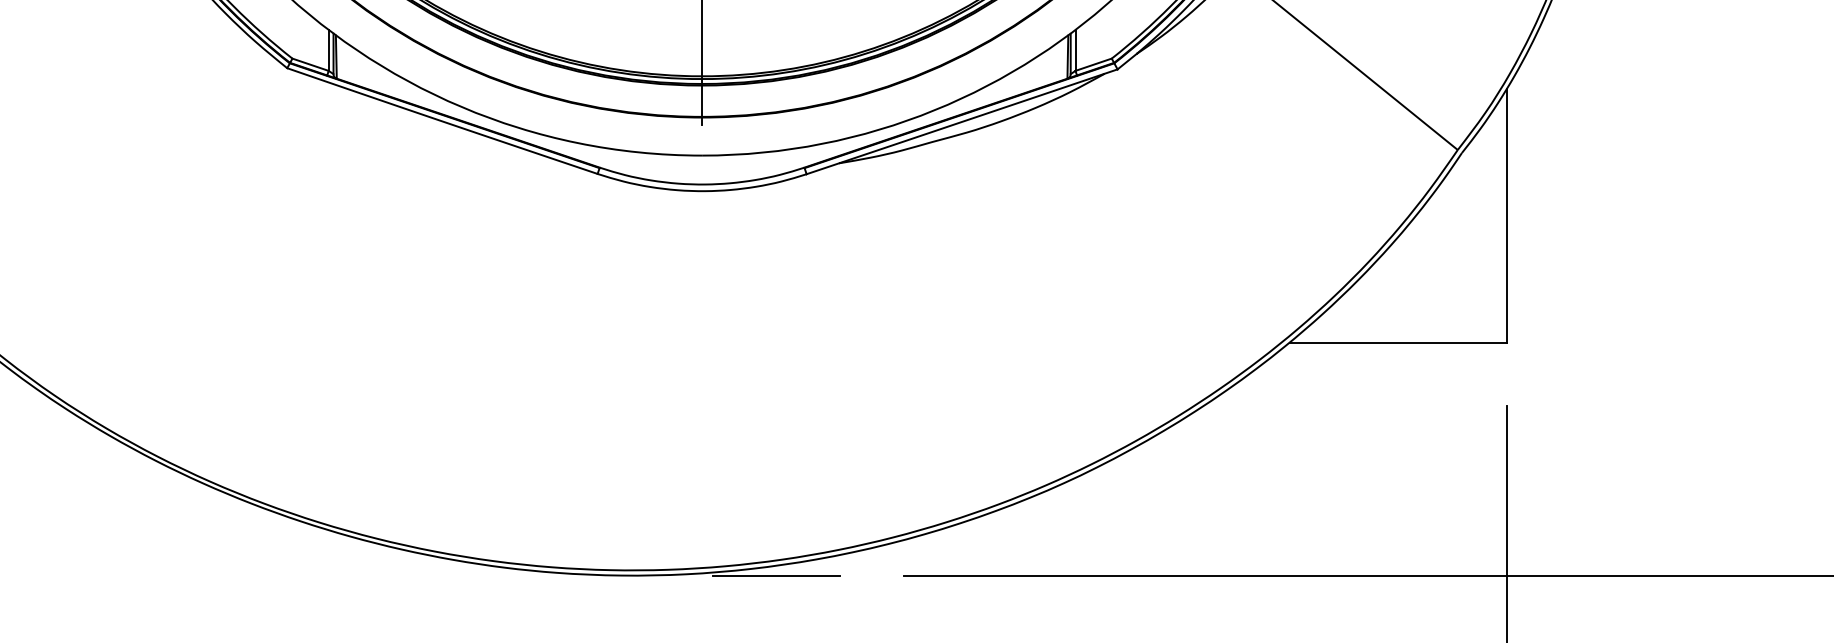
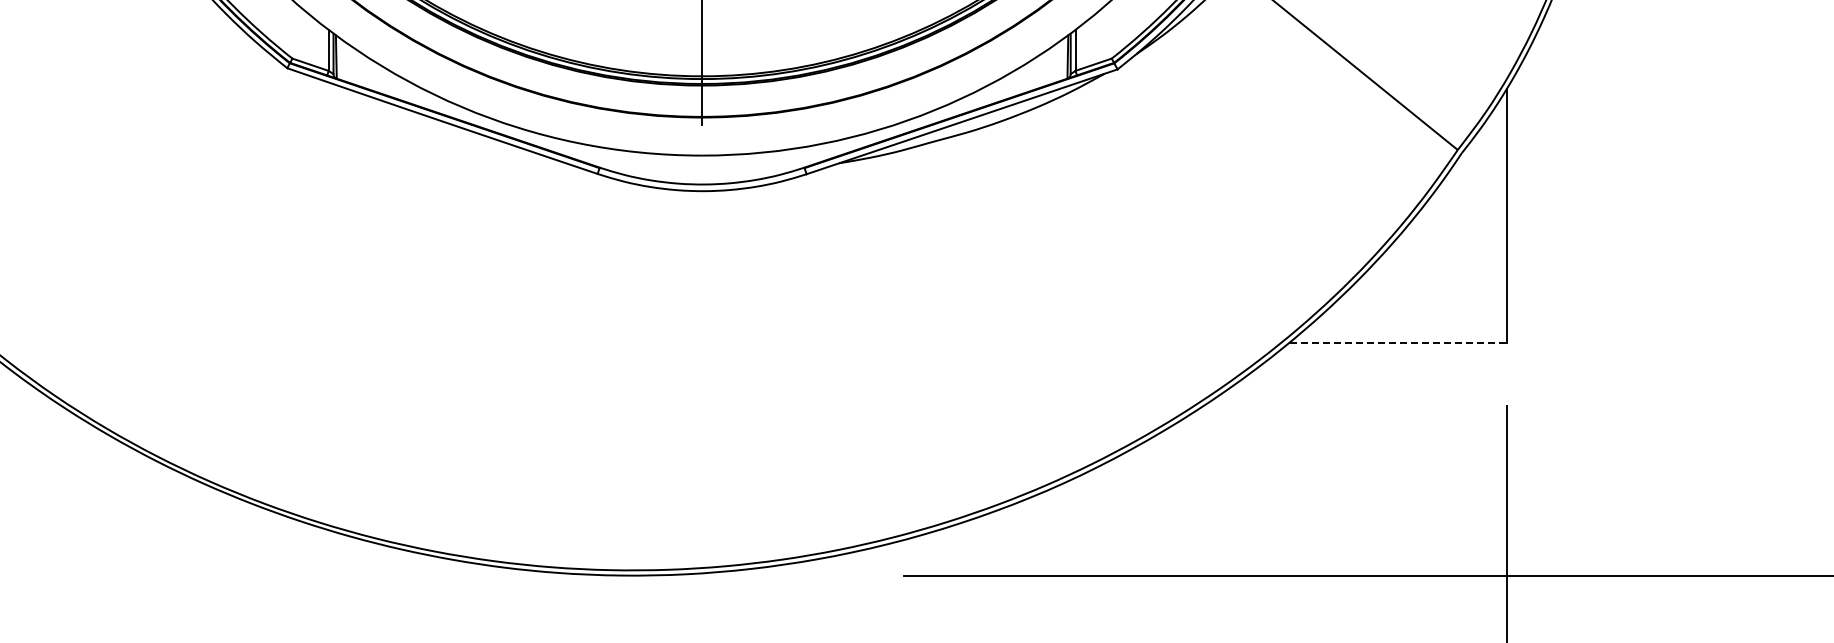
line at (1398, 342): solid -> dashed
line at (776, 575): present -> none
